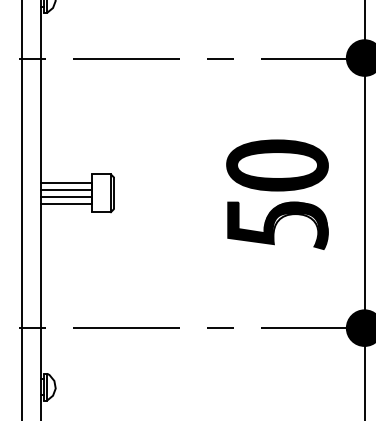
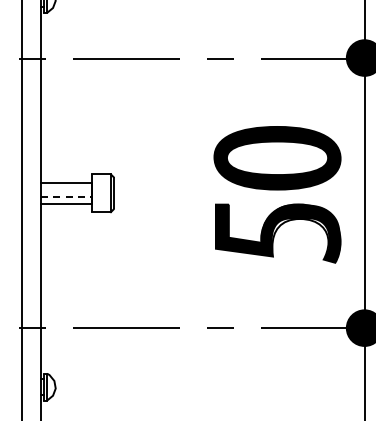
line at (66, 190): present -> none
part at (277, 194) size: 103x111 px -> 129x138 px
line at (66, 196): solid -> dashed
